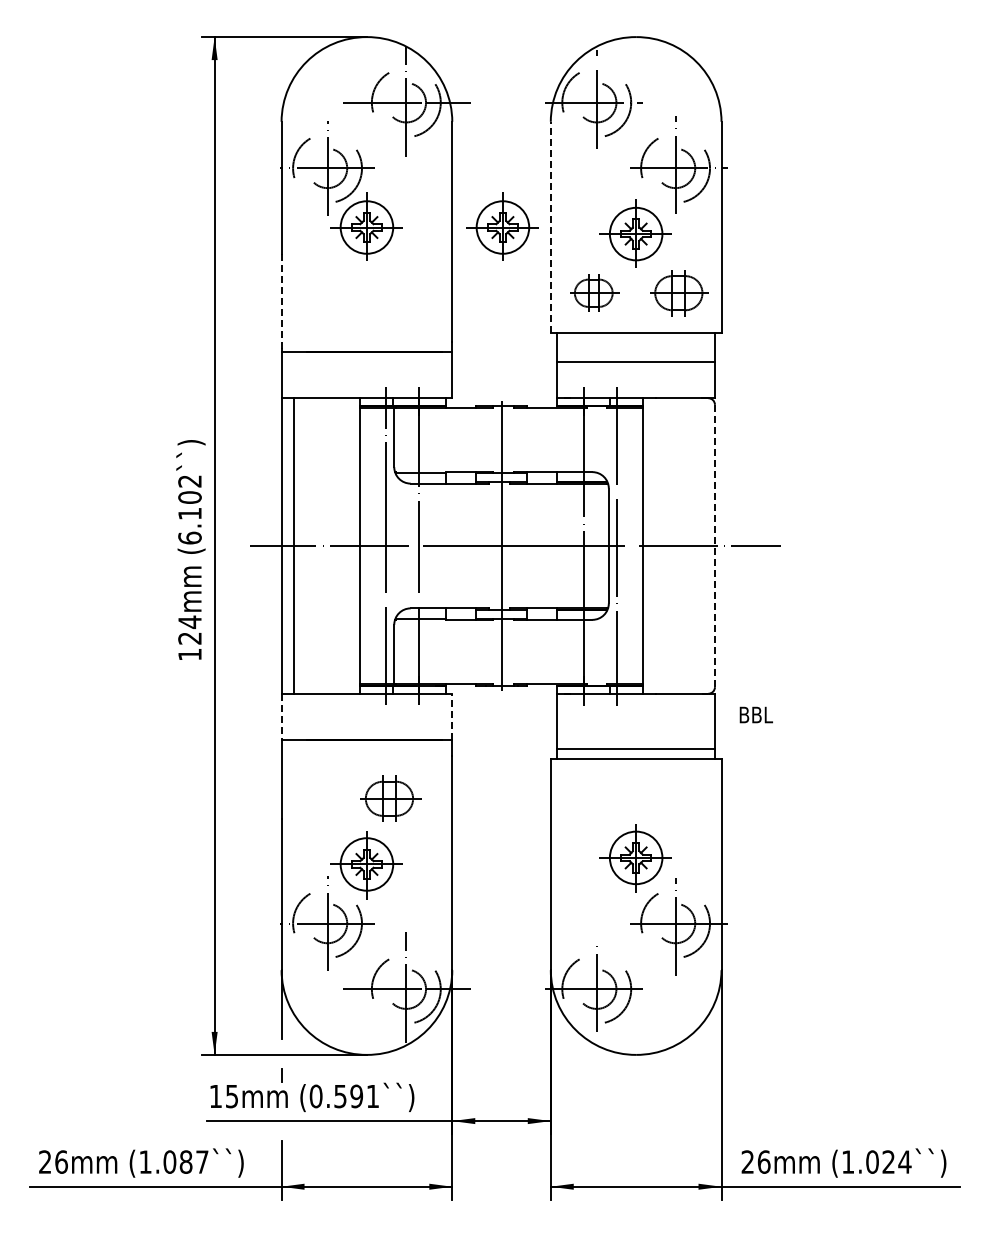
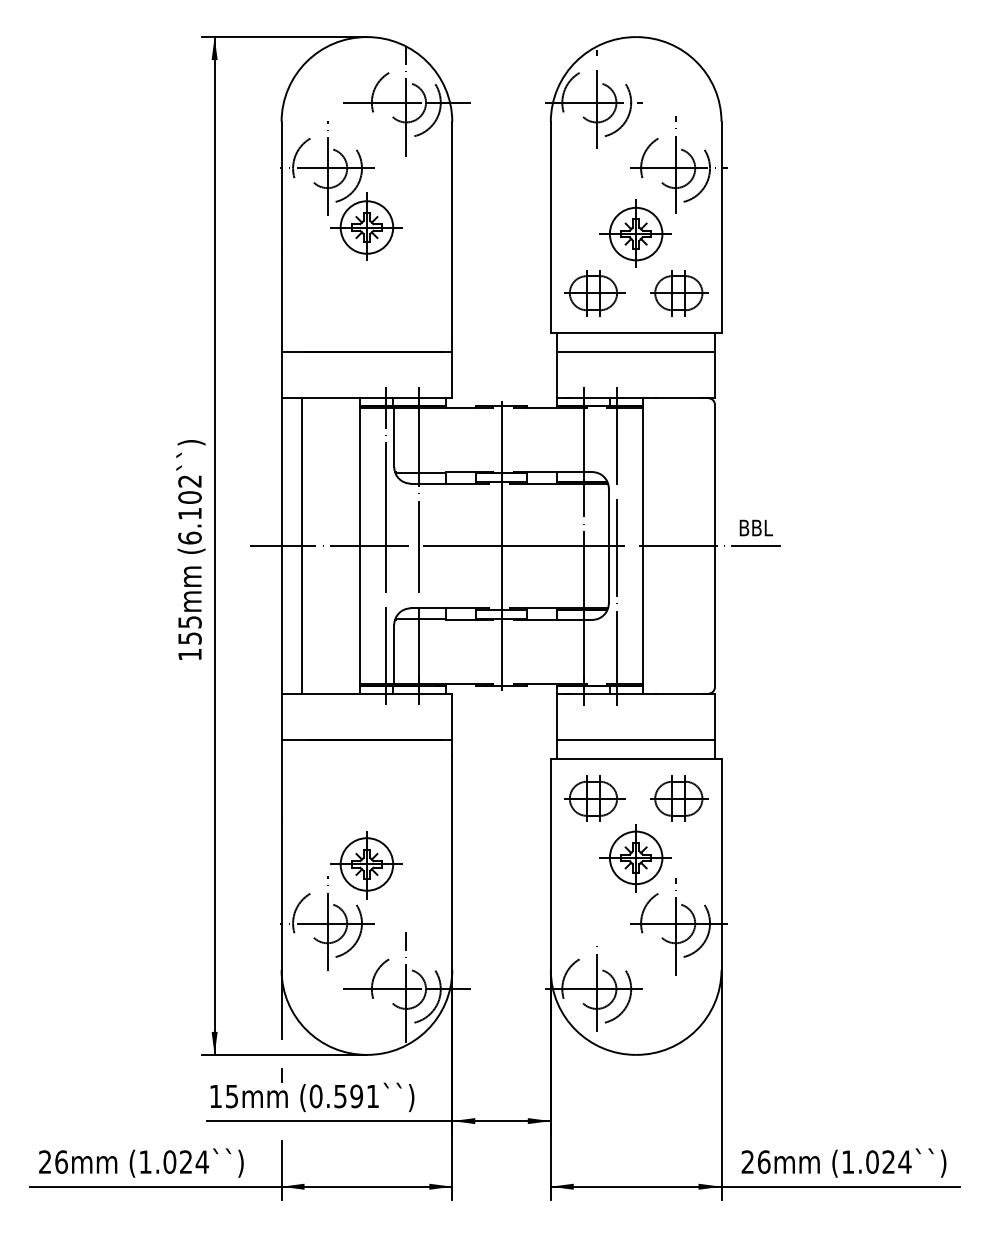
part at (502, 226): present -> none
line at (550, 226): dashed -> solid
part at (594, 292) size: 50x38 px -> 62x47 px
line at (281, 301): dashed -> solid
line at (635, 362) position: (635, 362) -> (635, 352)
line at (293, 545) position: (293, 545) -> (301, 545)
line at (714, 546): dashed -> solid
text at (189, 629): 124mm -> 155mm
text at (755, 714) position: (755, 714) -> (755, 527)
line at (281, 716): dashed -> solid
line at (452, 716): dashed -> solid
line at (635, 748) position: (635, 748) -> (635, 739)
part at (390, 798) position: (390, 798) -> (594, 798)
part at (679, 798): none -> present
text at (194, 1161): 1.087 -> 1.024
